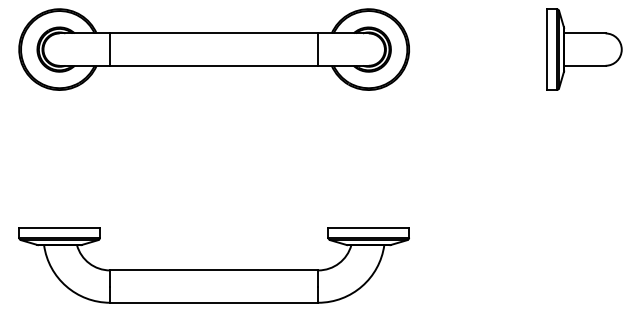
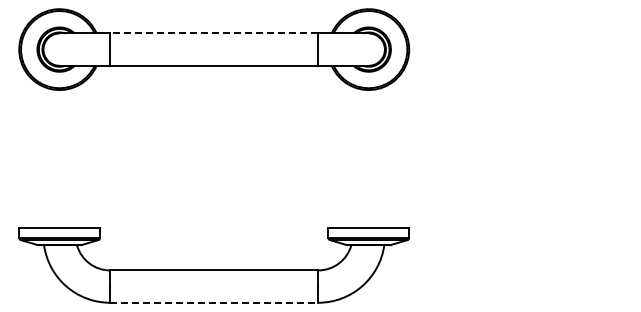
line at (213, 33): solid -> dashed
part at (584, 49): present -> none
line at (214, 302): solid -> dashed
